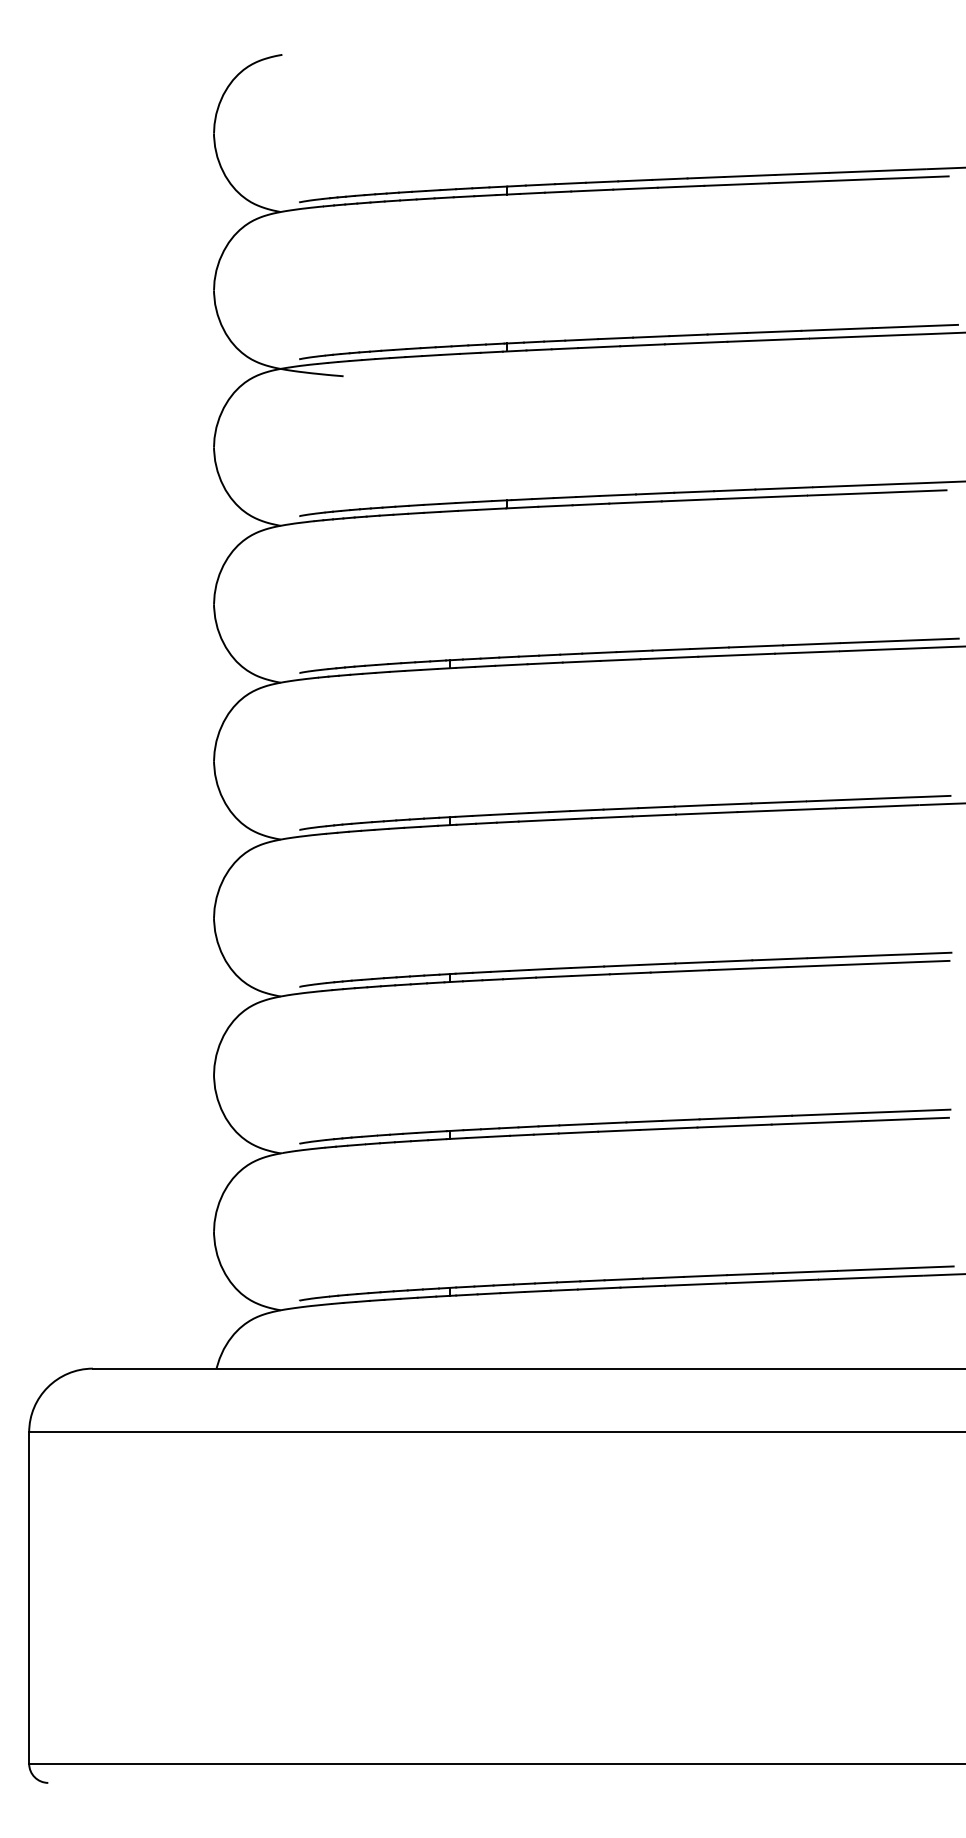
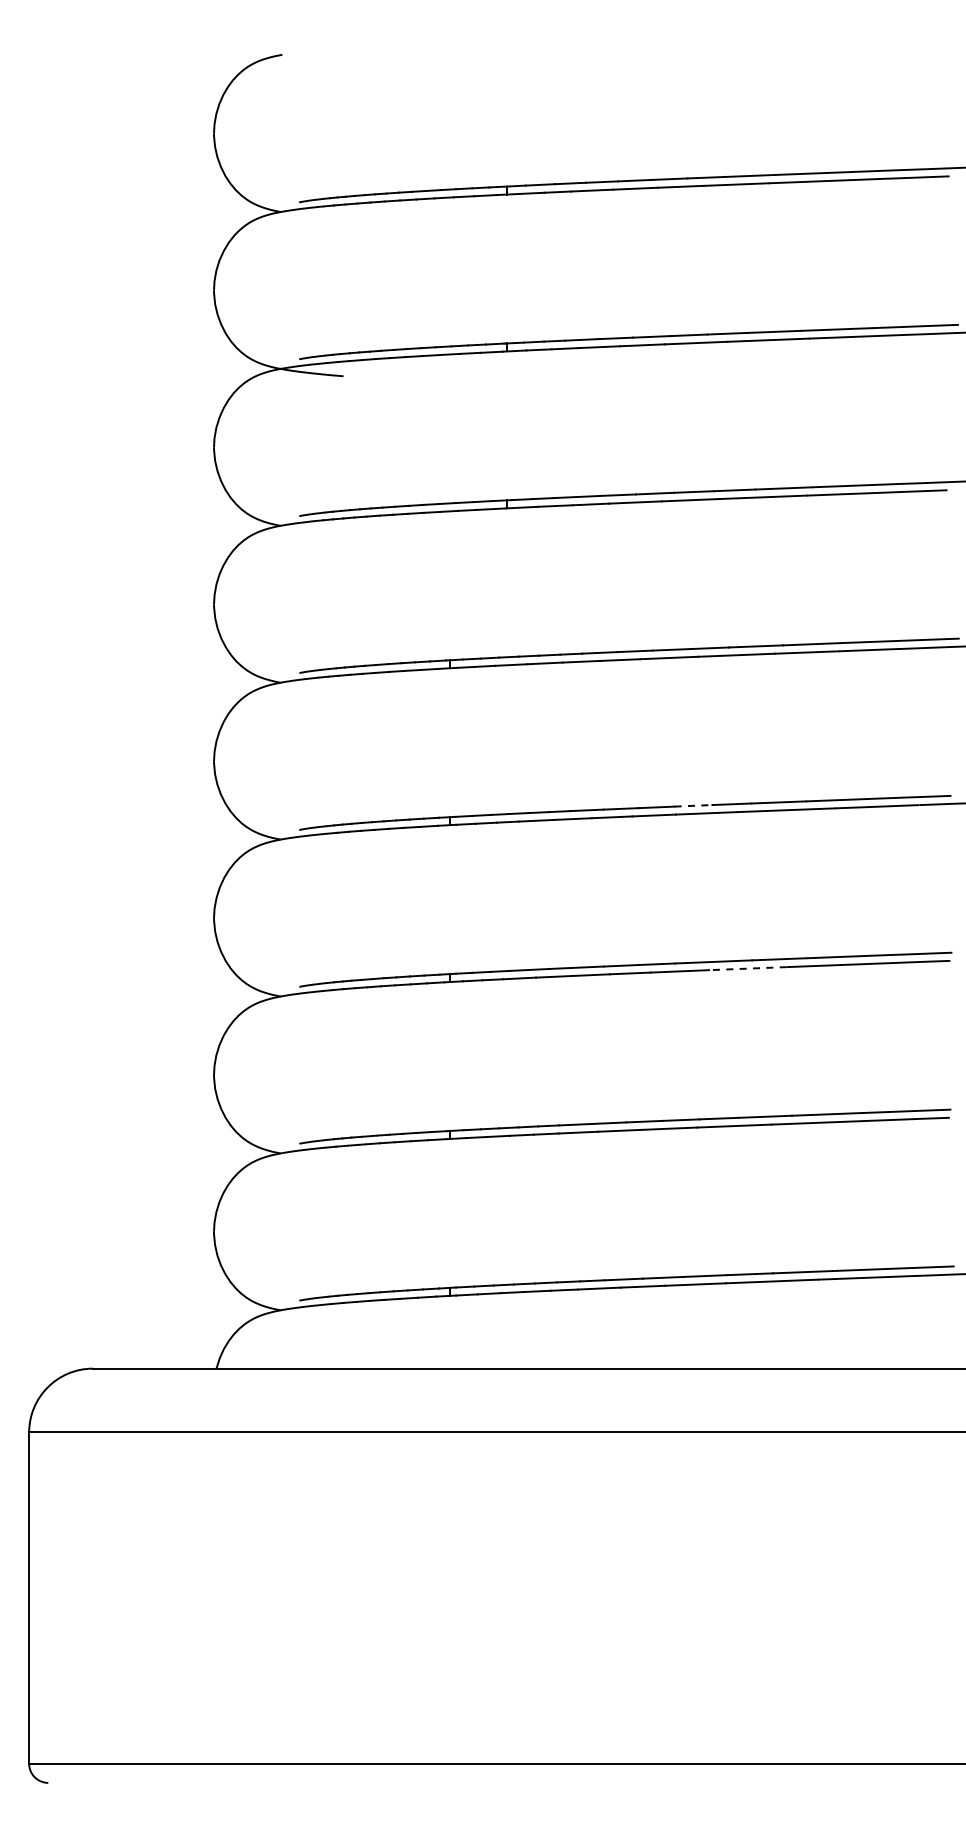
line at (693, 805): solid -> dashed
line at (747, 968): solid -> dashed
